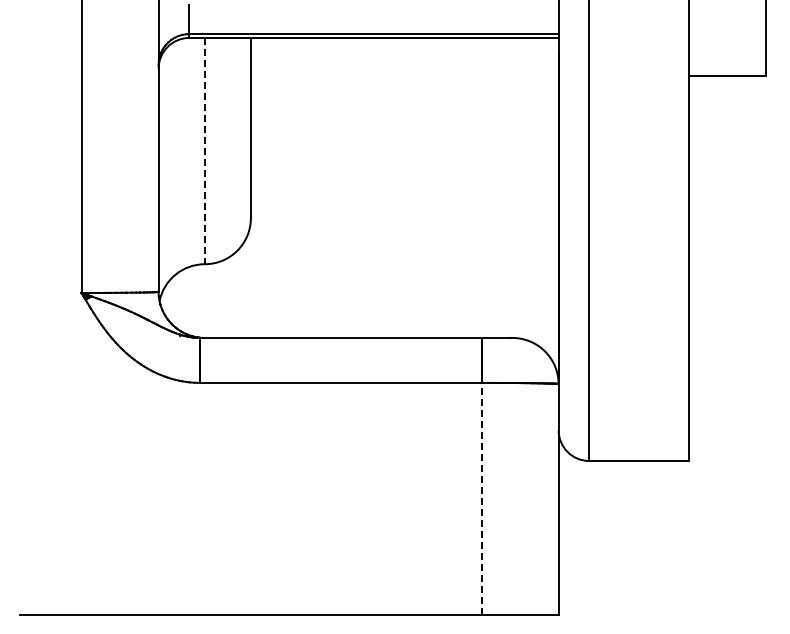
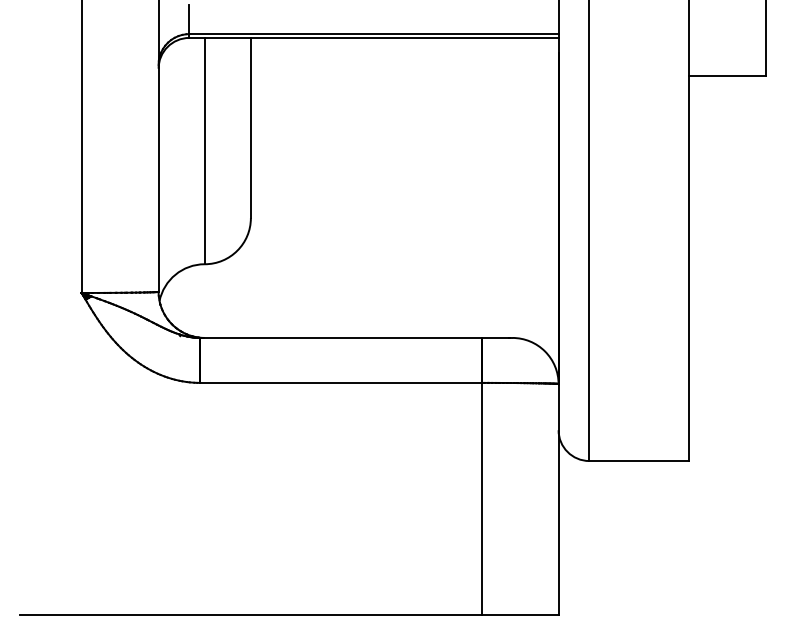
line at (204, 151): dashed -> solid
line at (481, 498): dashed -> solid
